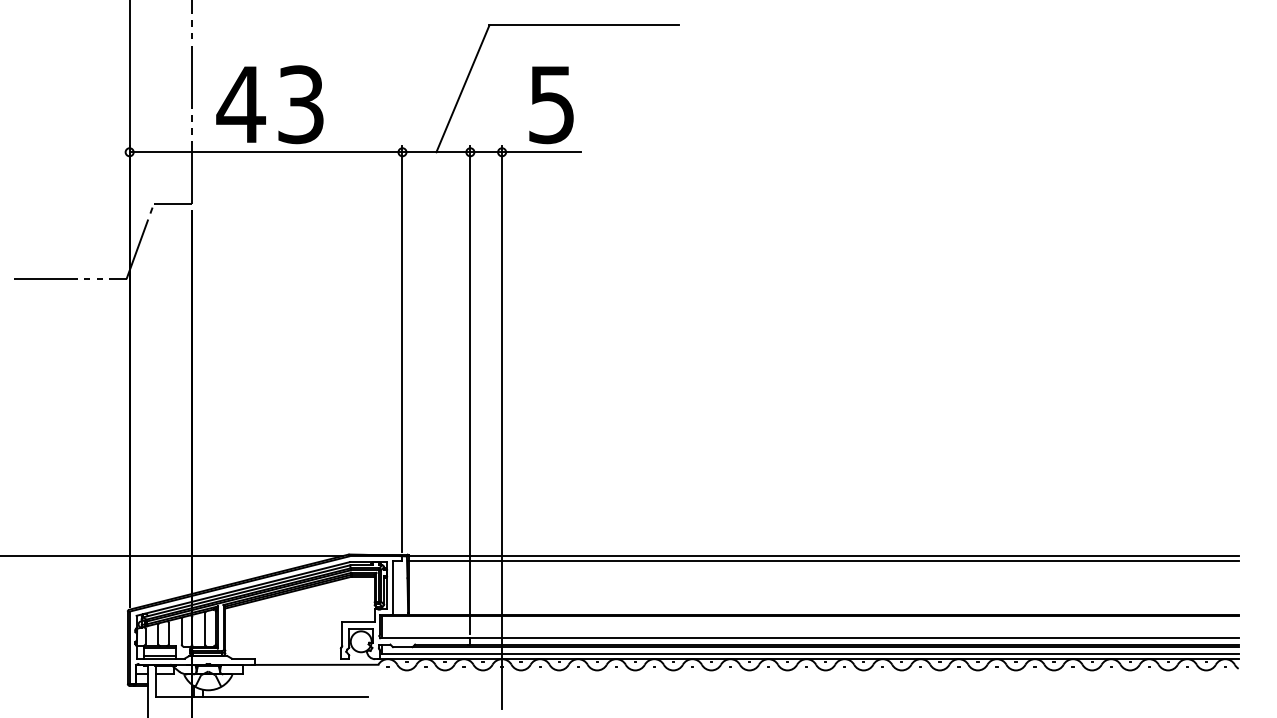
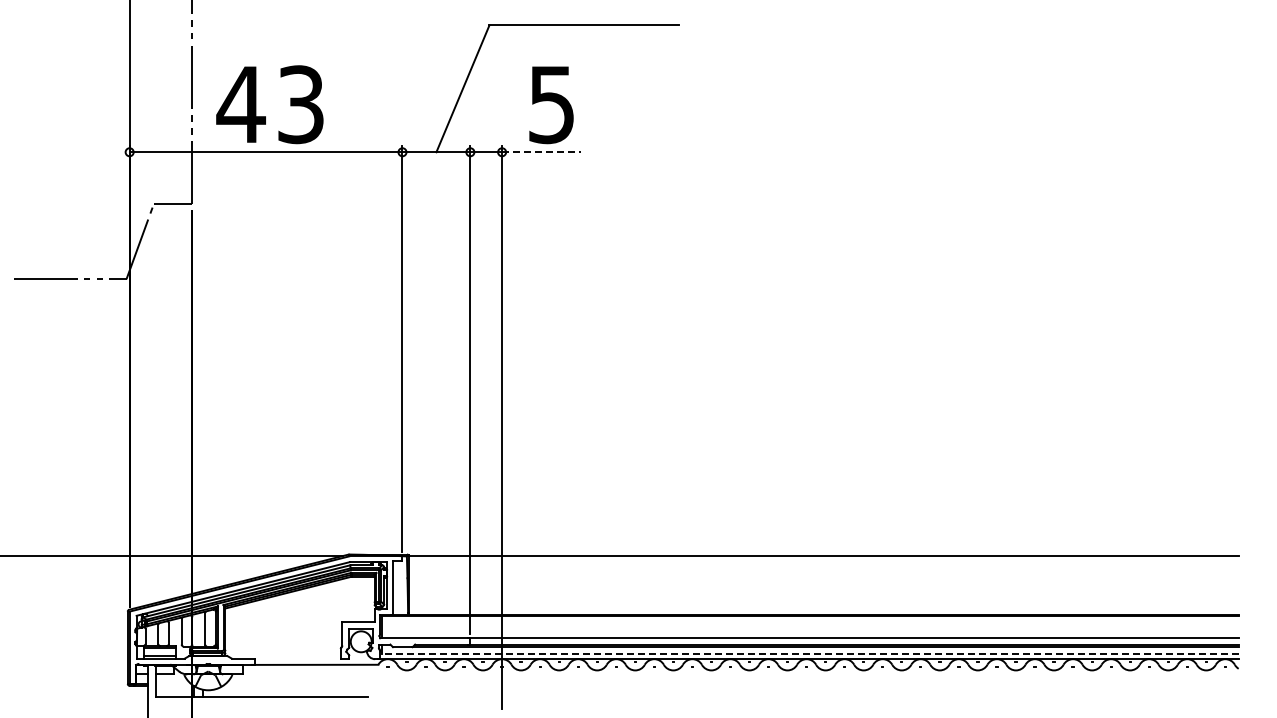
line at (541, 152): solid -> dashed
line at (823, 561): present -> none
line at (810, 654): solid -> dashed
